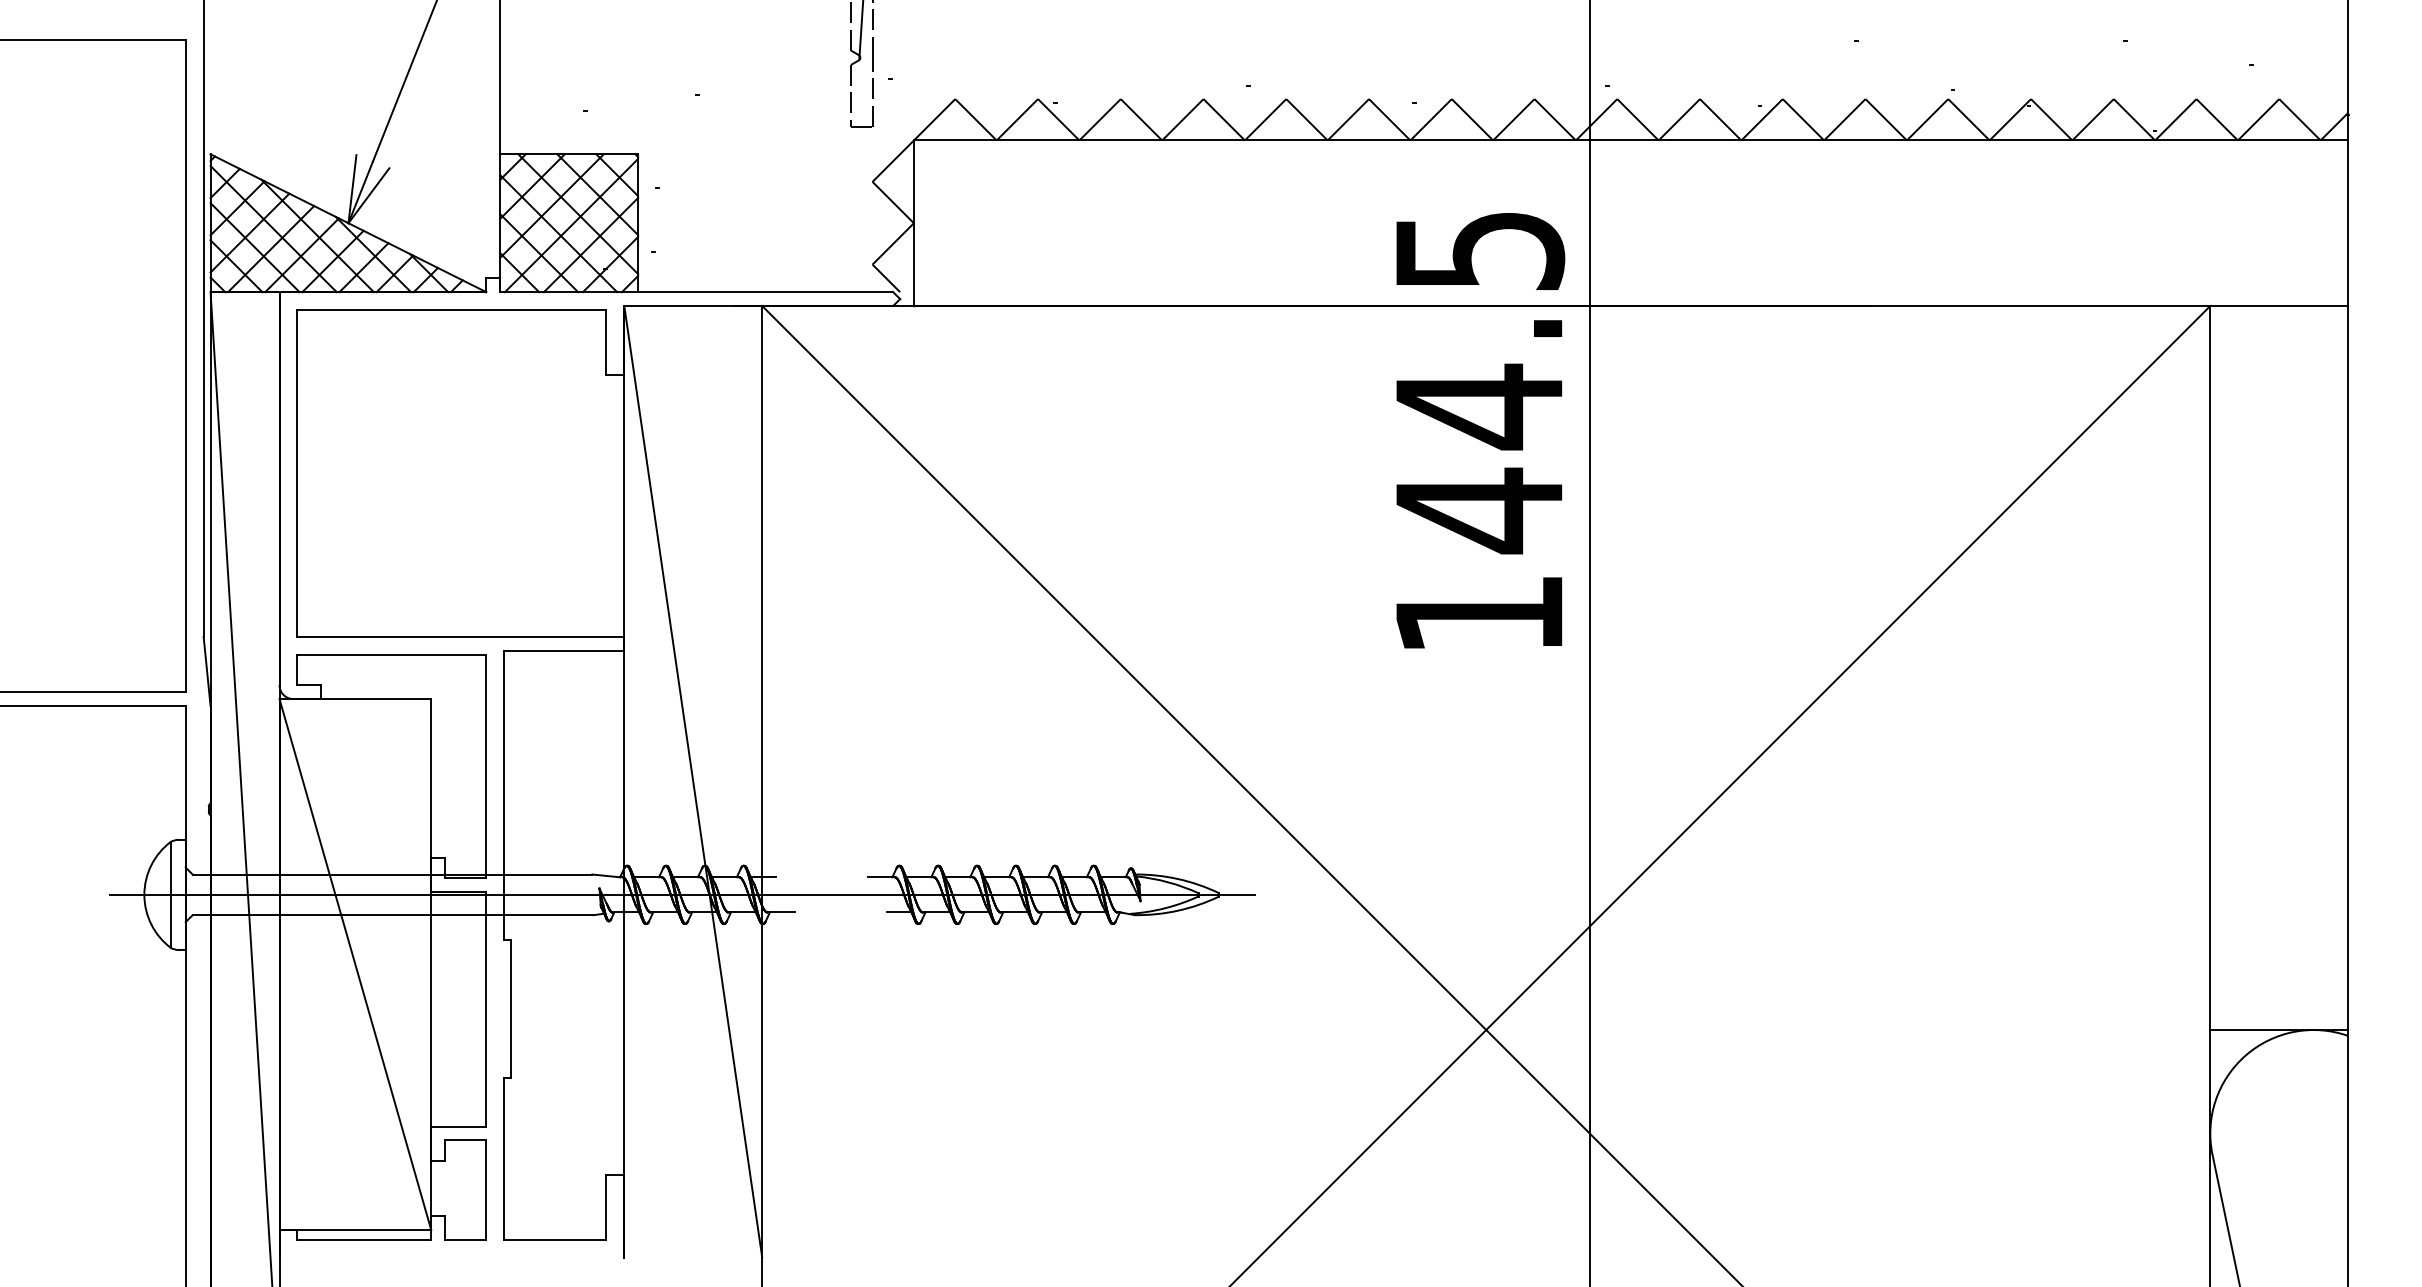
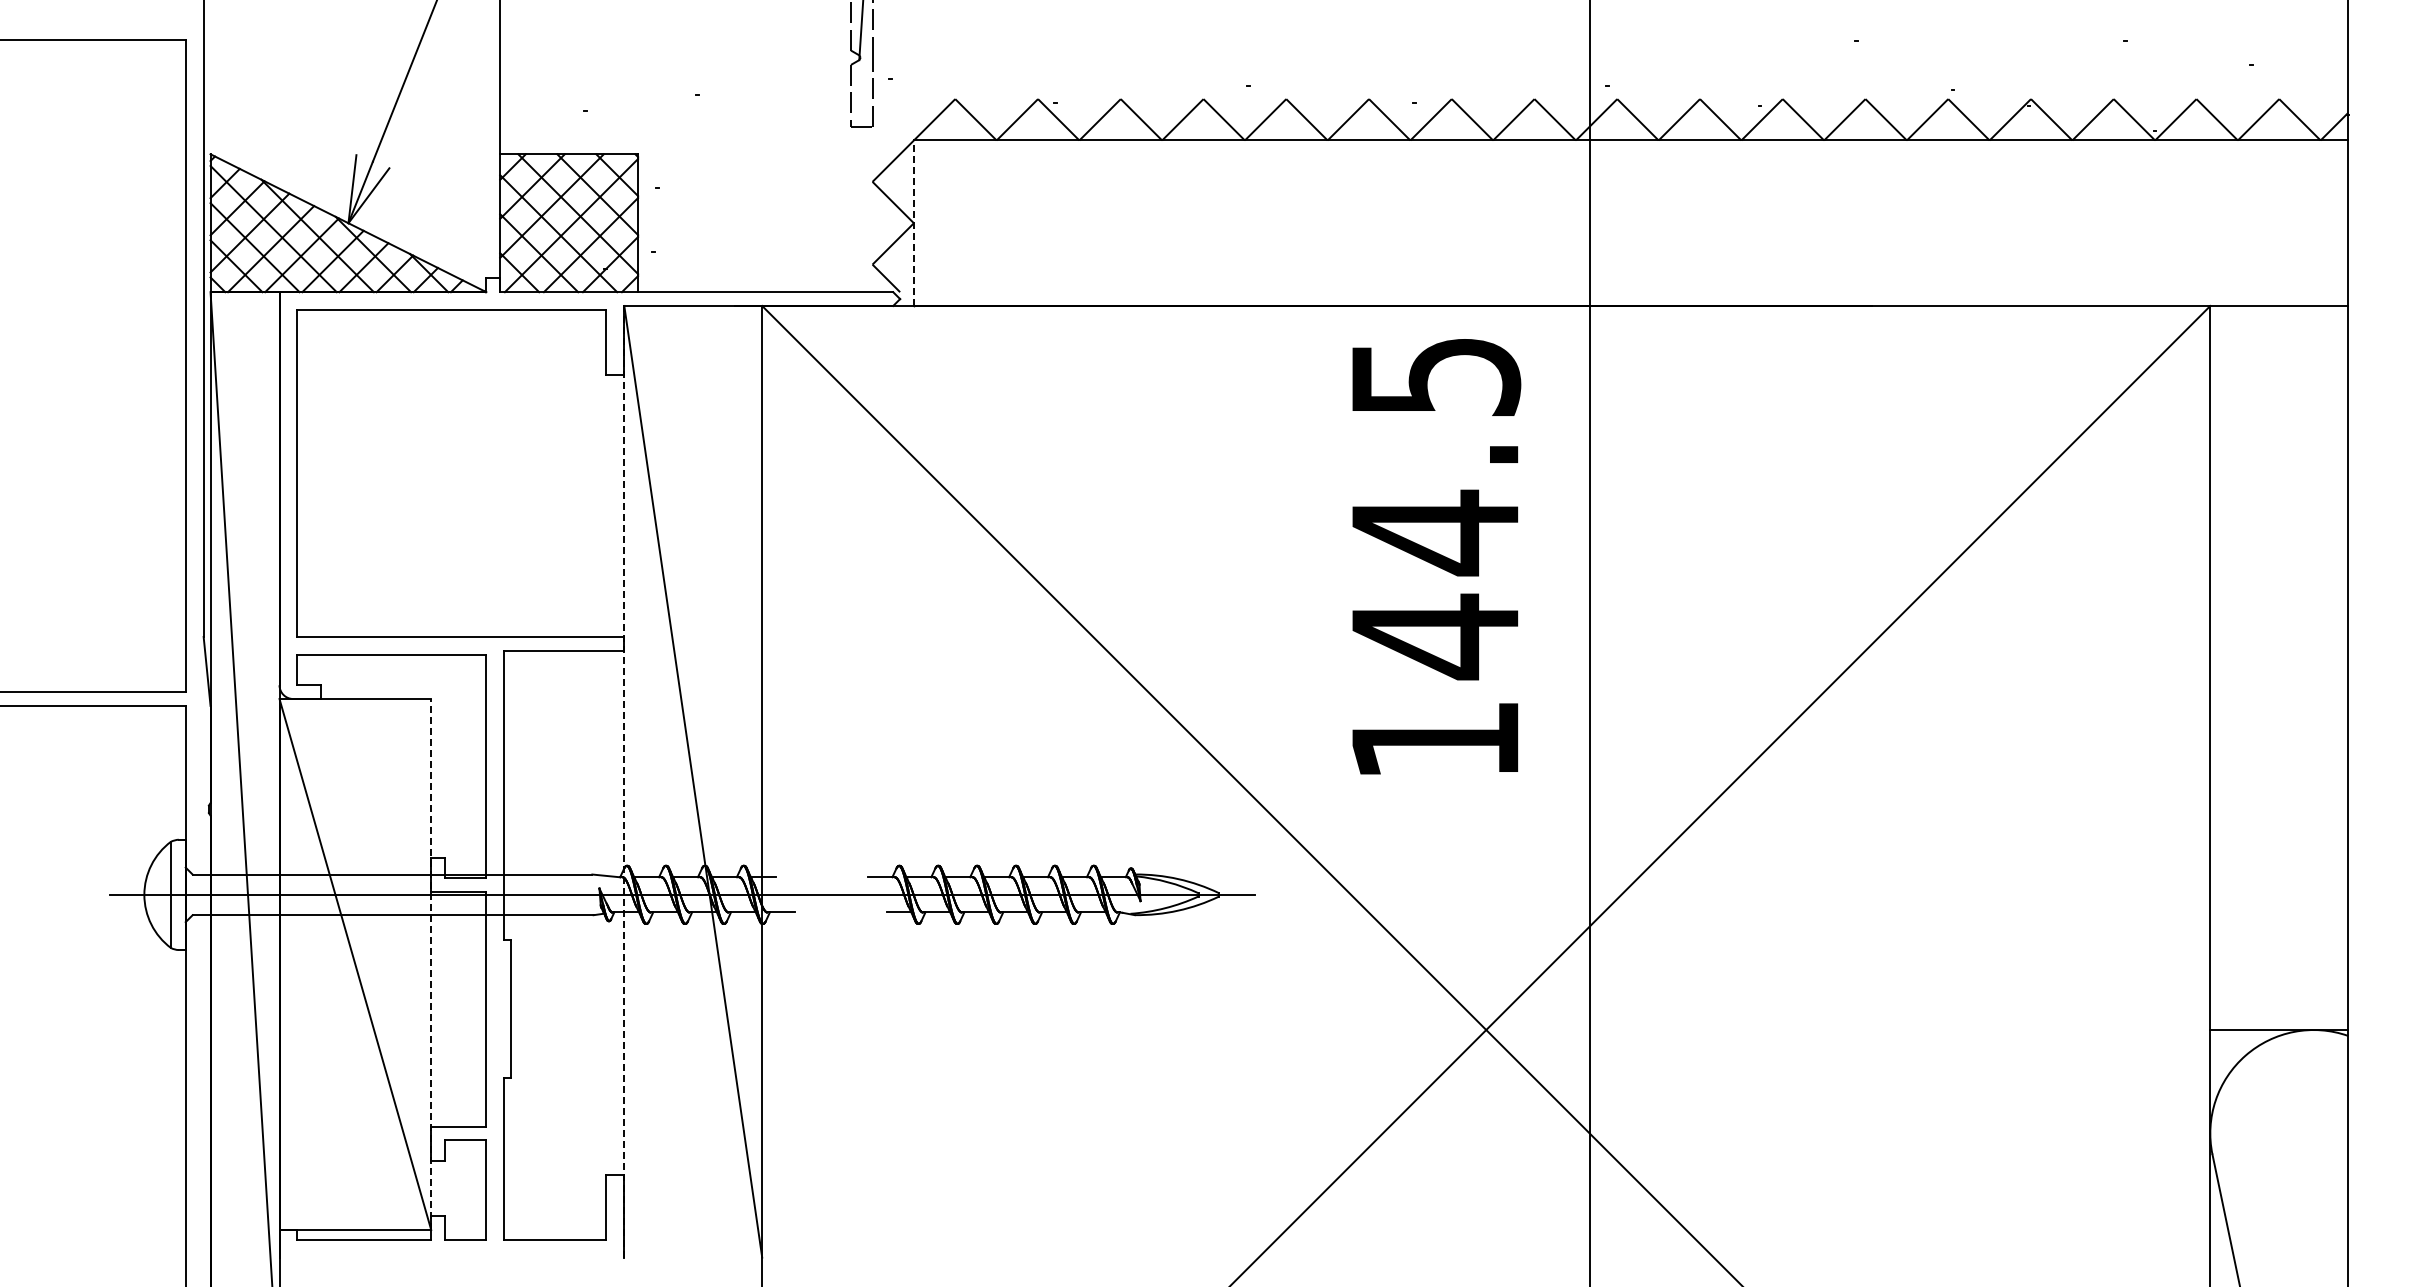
line at (913, 223): solid -> dashed
text at (1480, 430) position: (1480, 430) -> (1436, 556)
line at (624, 781): solid -> dashed
line at (431, 964): solid -> dashed
